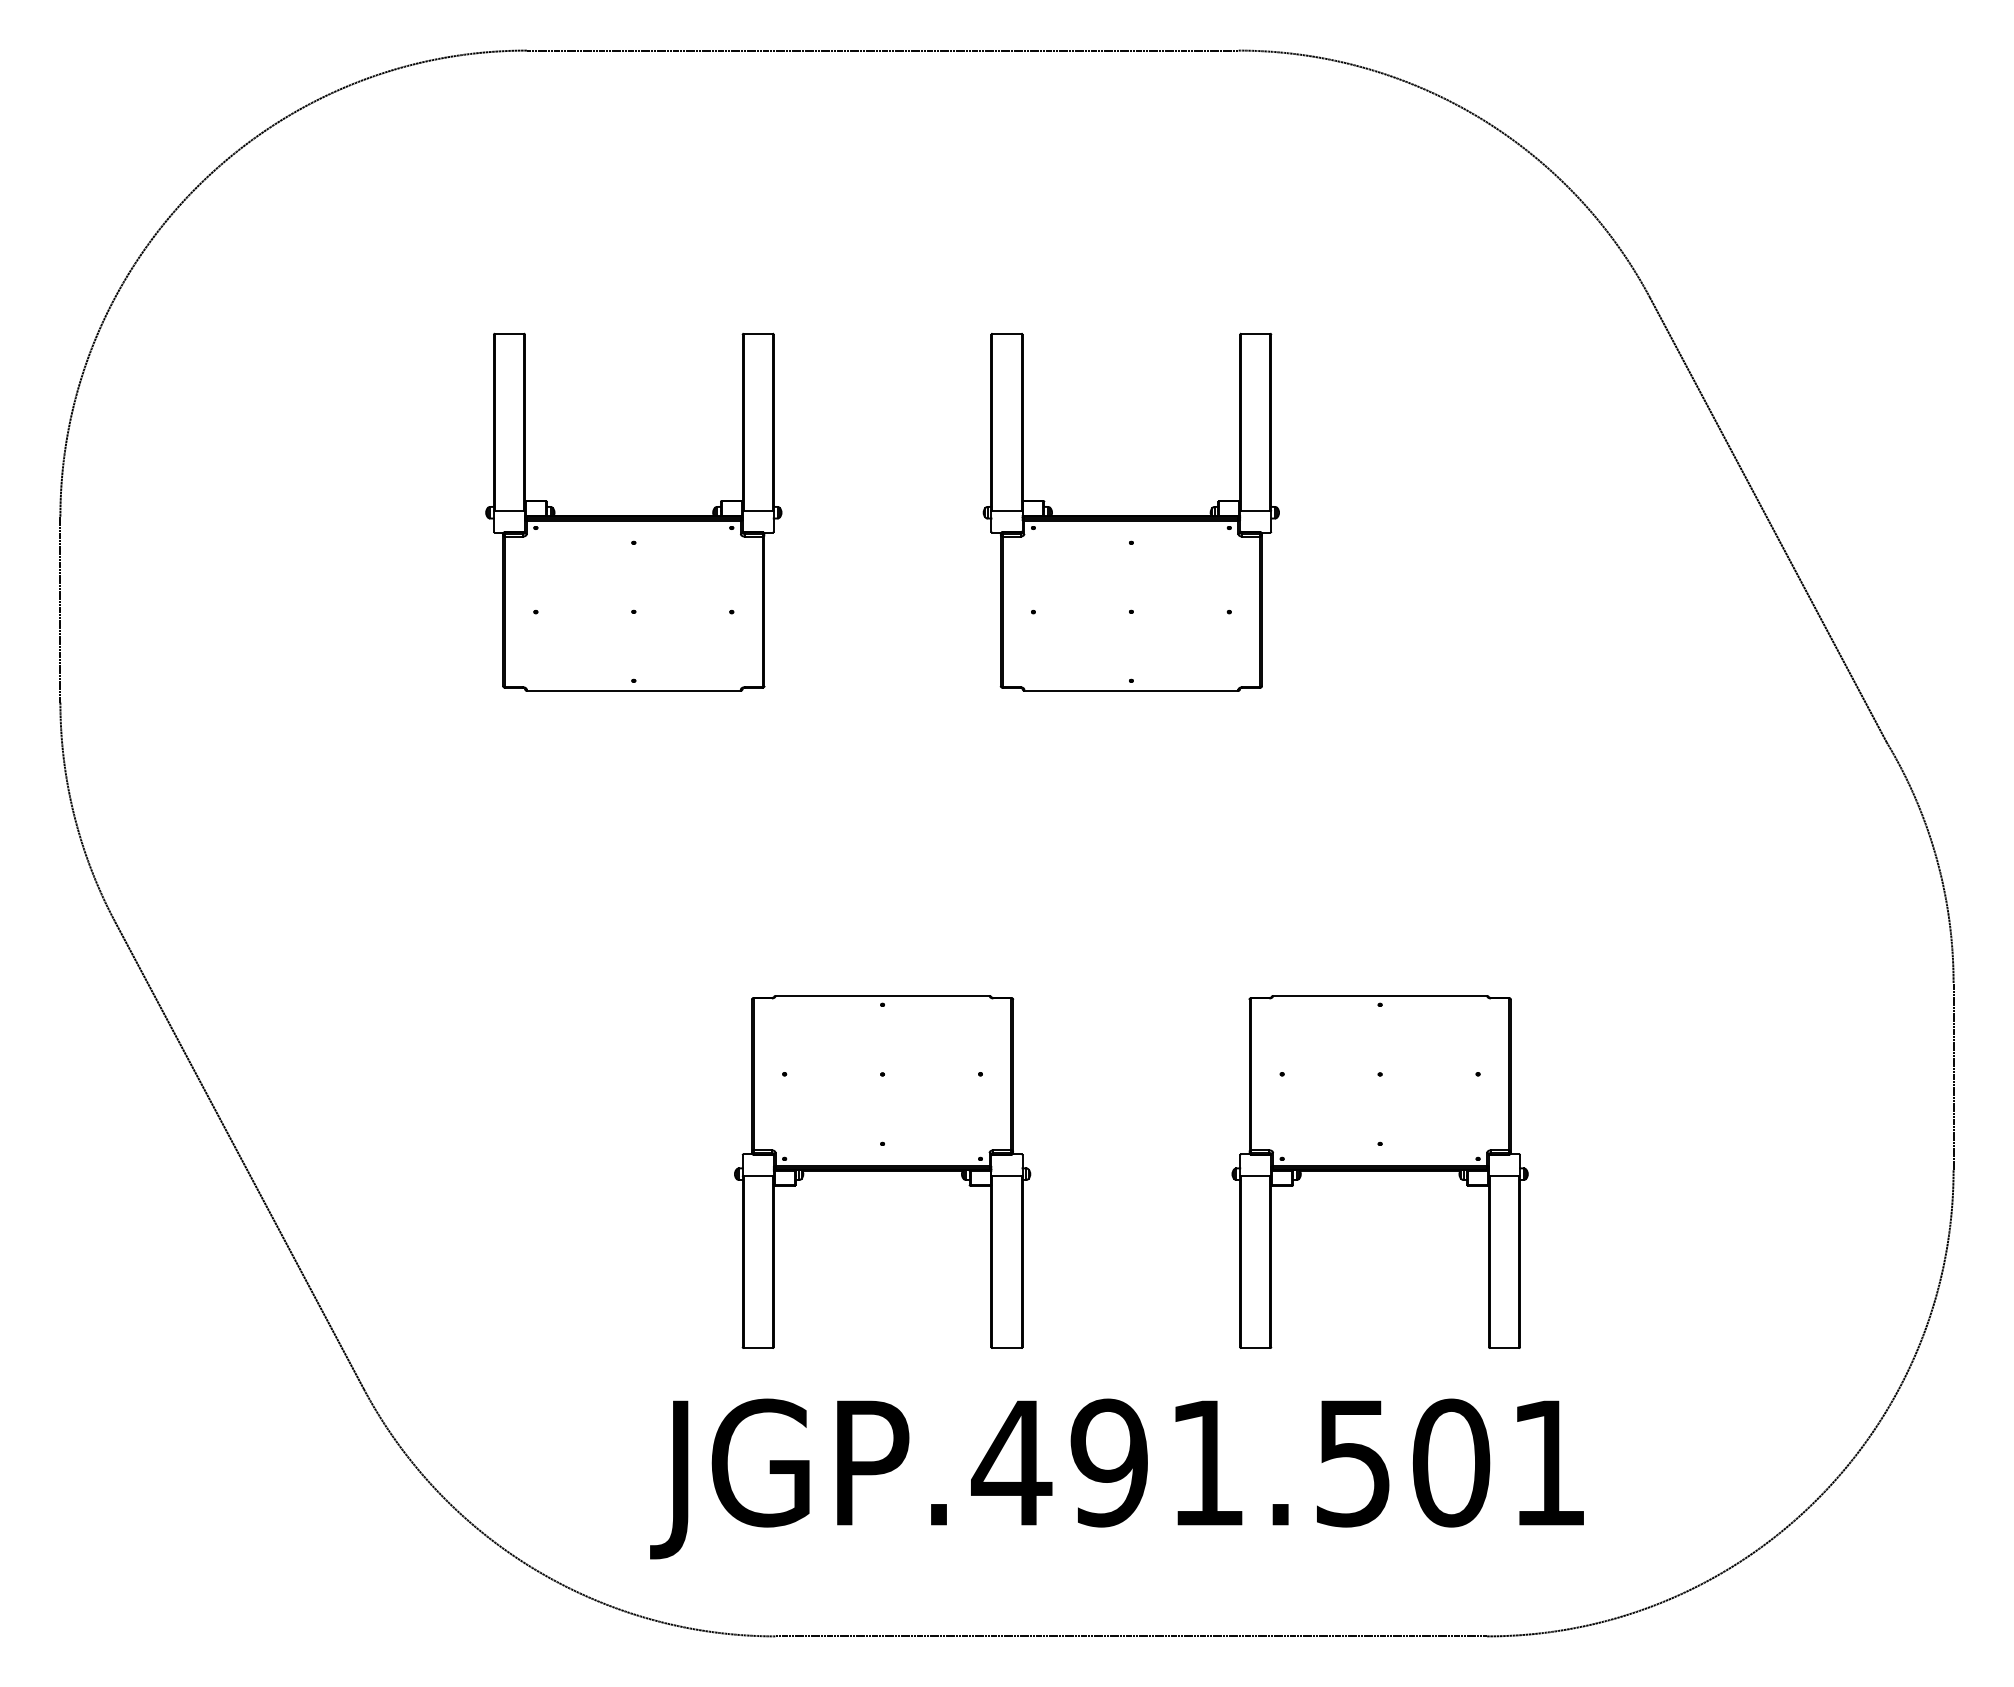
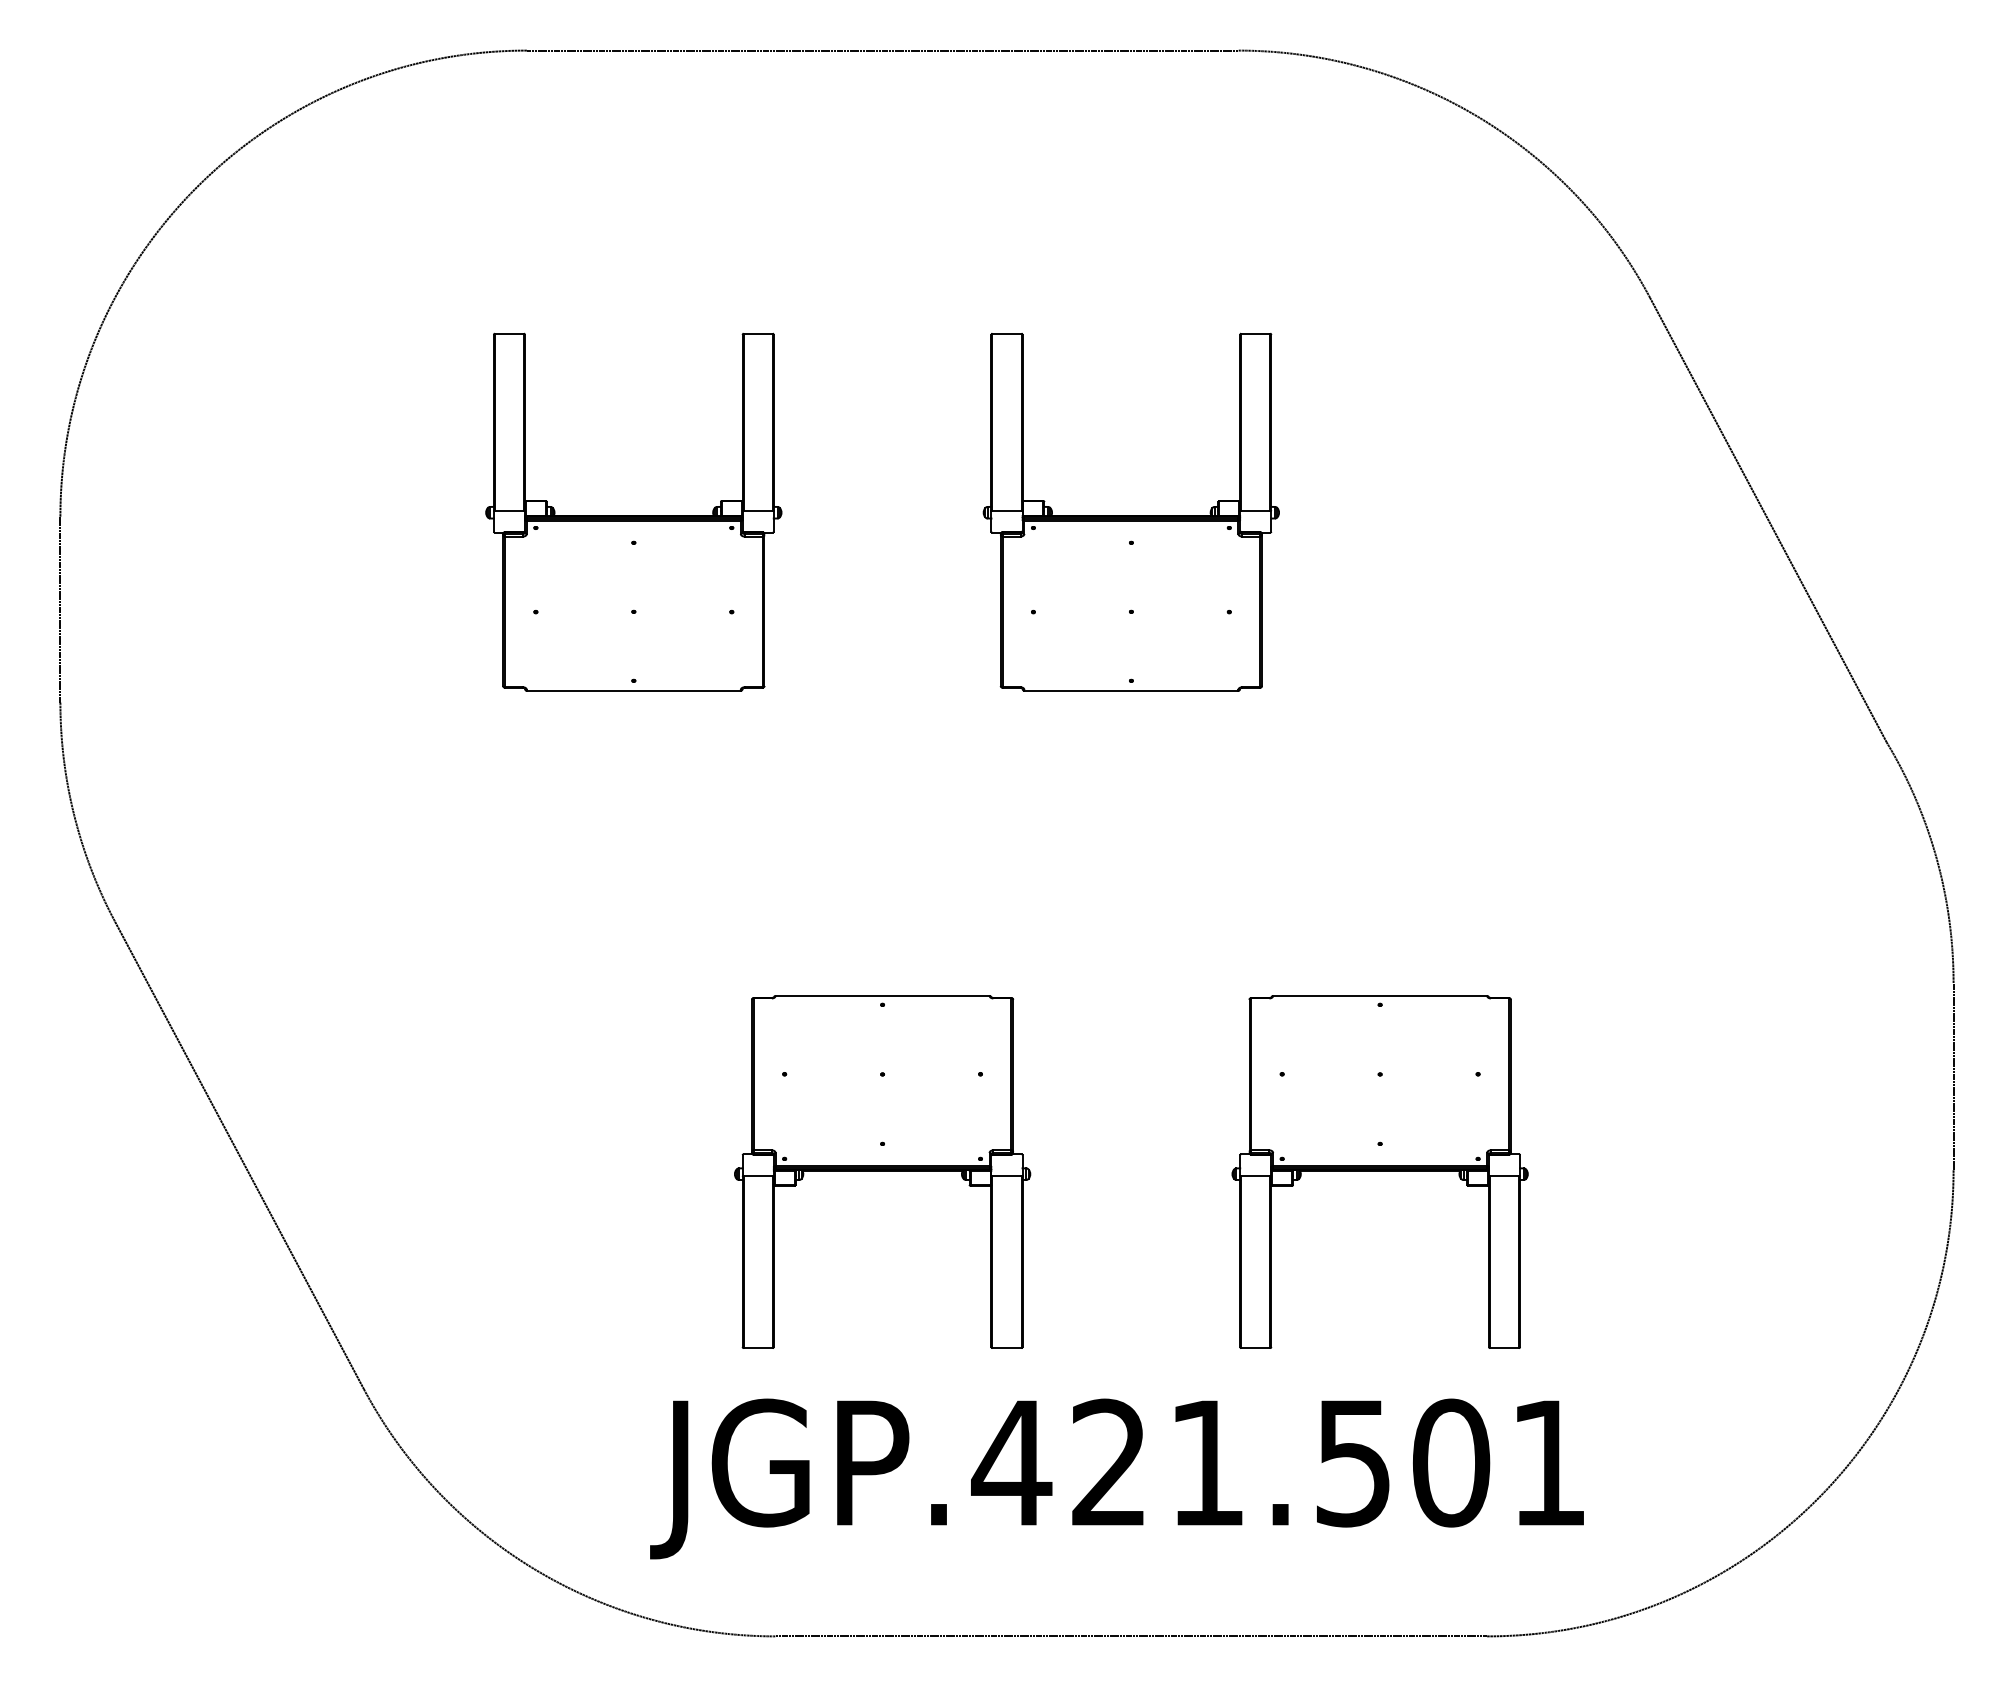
text at (1108, 1462): JGP.491.501 -> JGP.421.501
